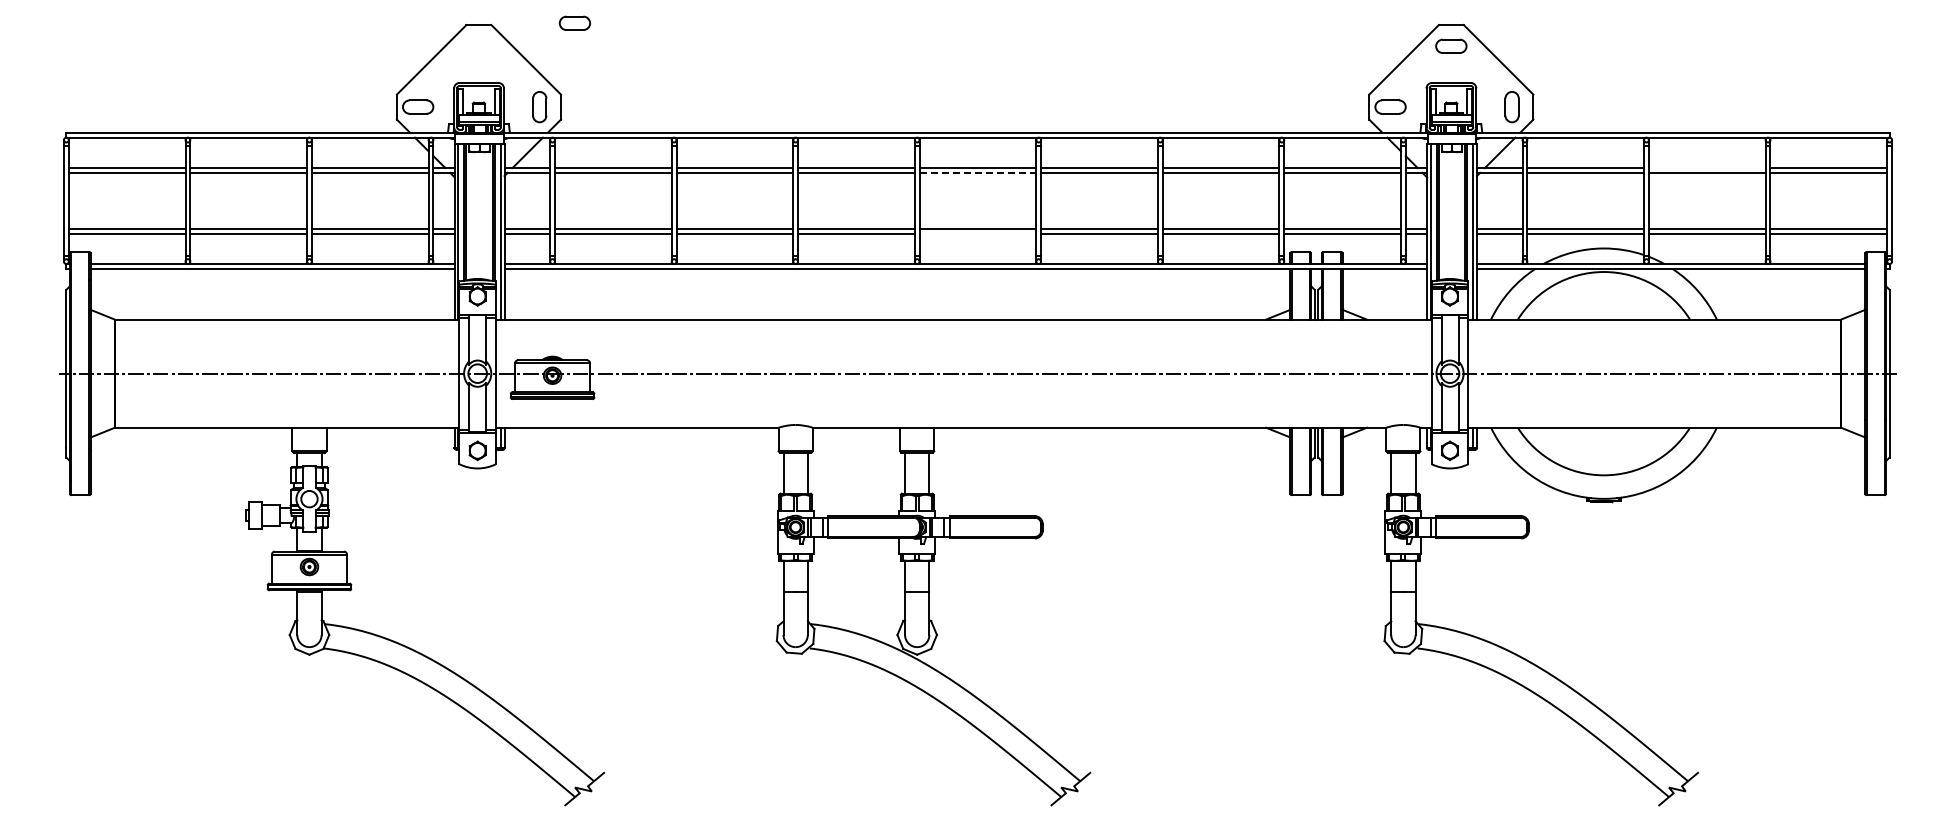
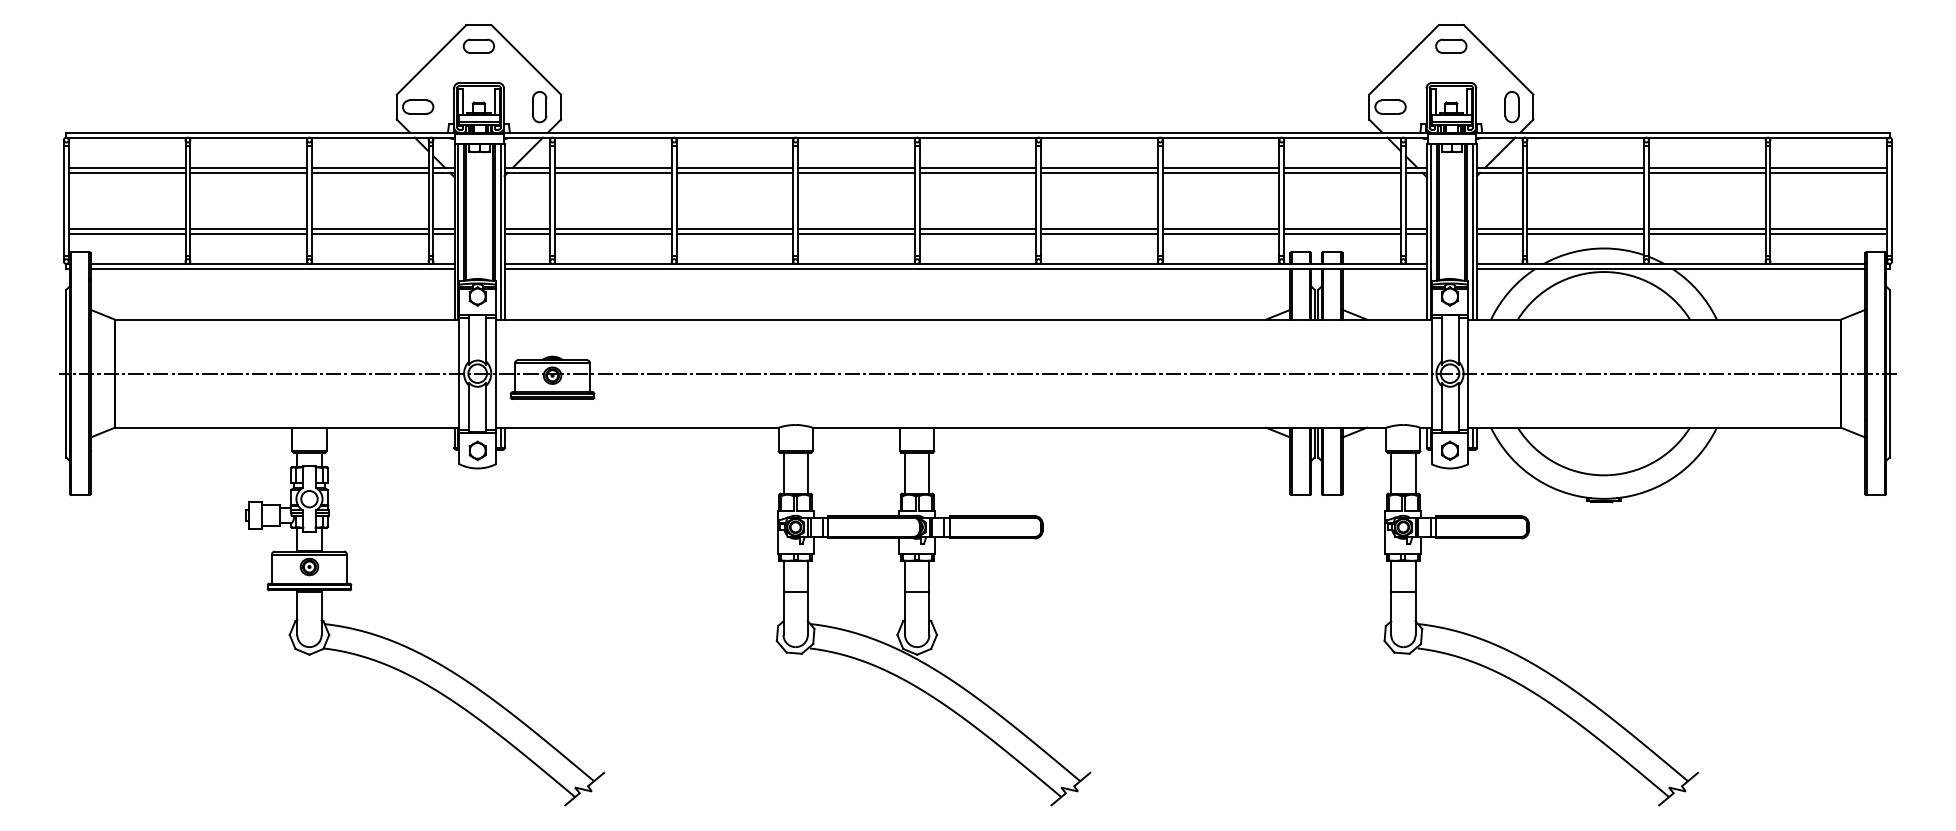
part at (574, 22) position: (574, 22) -> (478, 45)
line at (1706, 168): none -> present
line at (978, 172): dashed -> solid
line at (977, 233): none -> present
